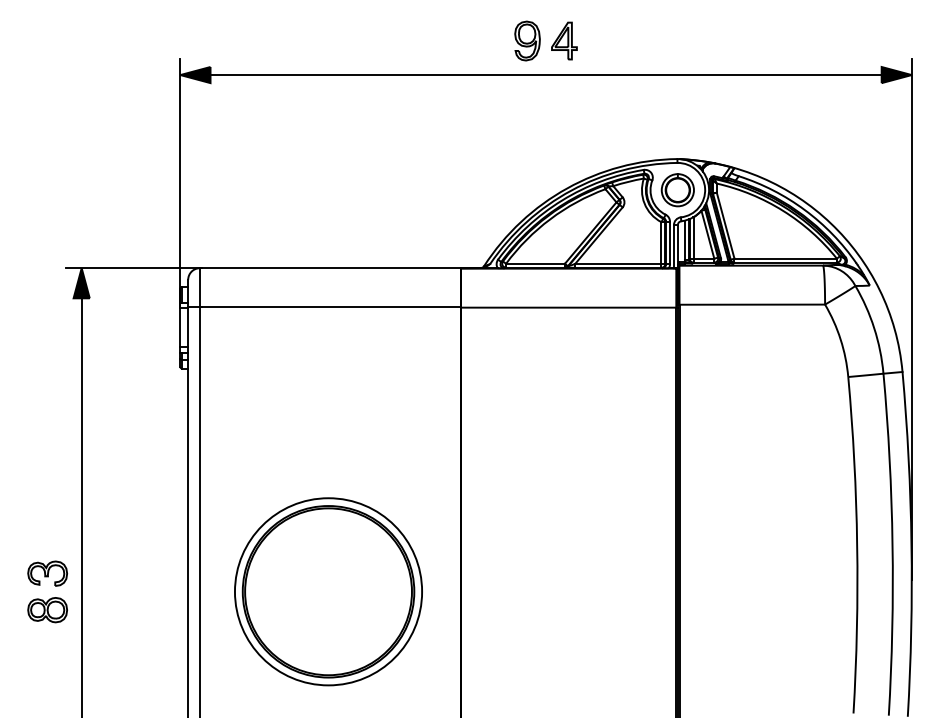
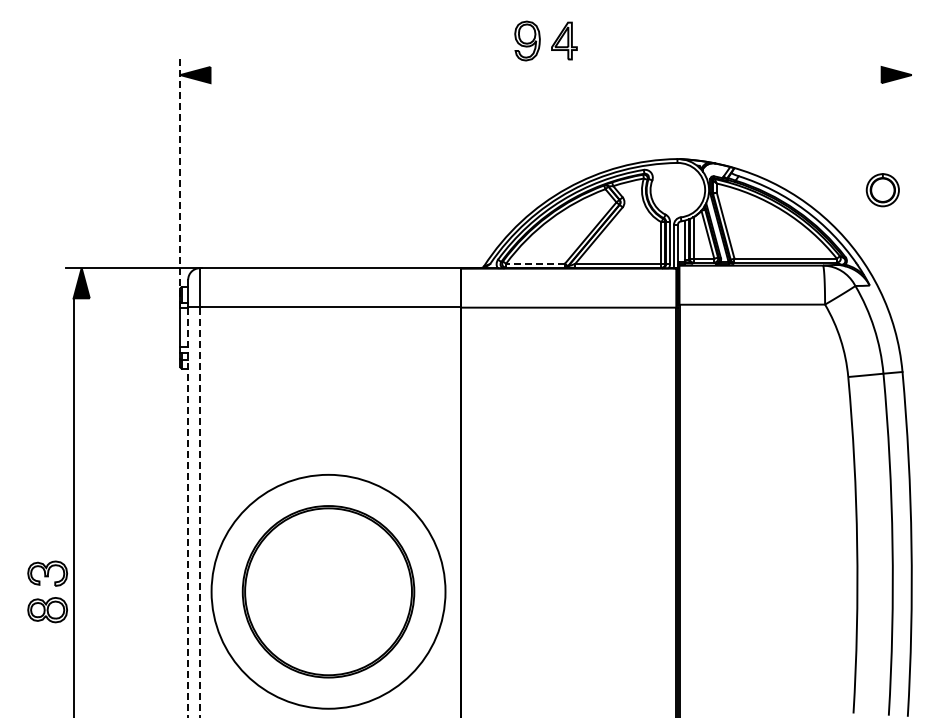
line at (545, 75): present -> none
line at (180, 183): solid -> dashed
part at (677, 190) position: (677, 190) -> (882, 190)
line at (535, 263): solid -> dashed
line at (911, 319): present -> none
line at (81, 506) position: (81, 506) -> (73, 506)
line at (188, 511): solid -> dashed
line at (199, 511): solid -> dashed
circle at (328, 591) diameter: 187 px -> 234 px
